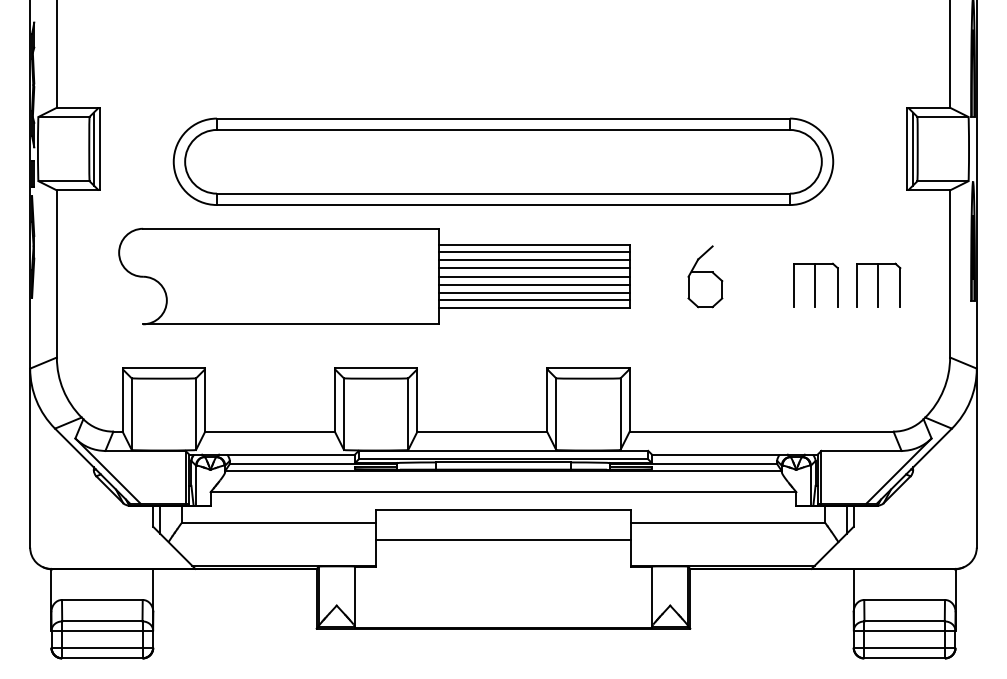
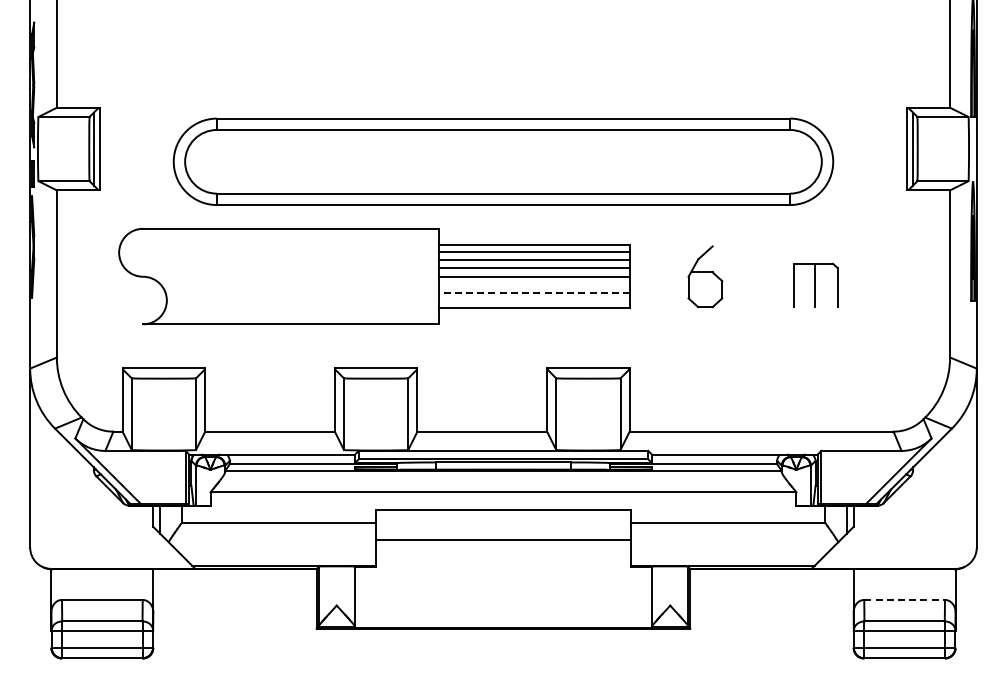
line at (534, 284): present -> none
part at (878, 284): present -> none
line at (534, 292): solid -> dashed
line at (534, 300): present -> none
line at (905, 600): solid -> dashed
